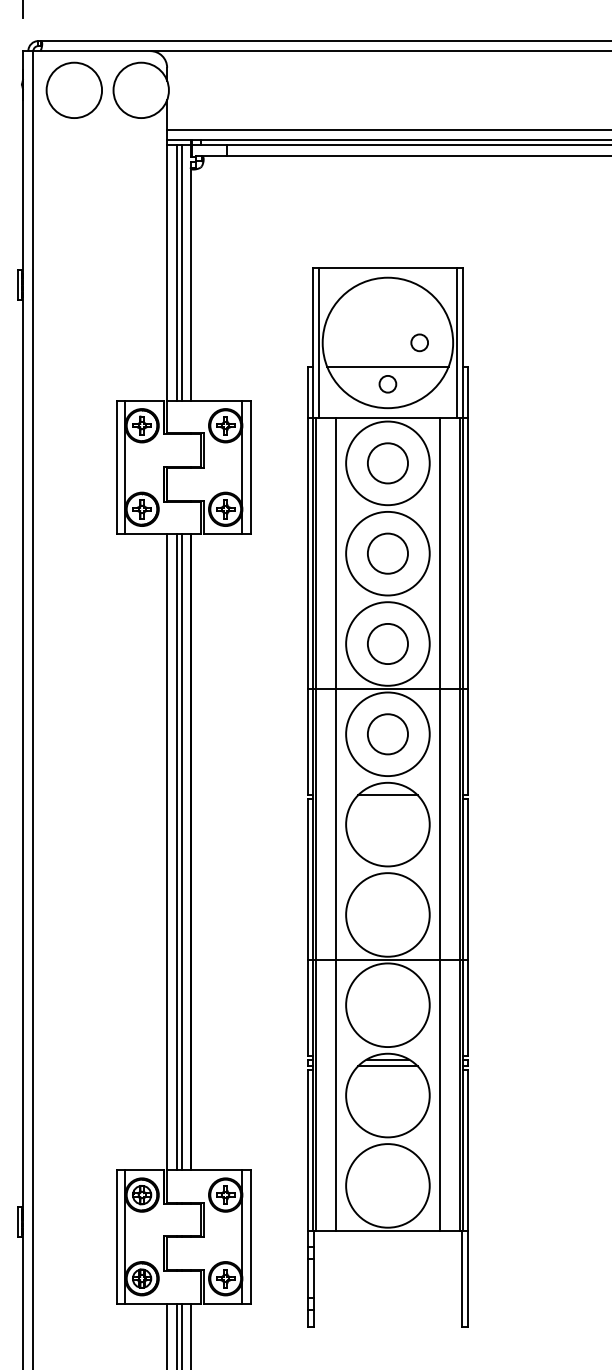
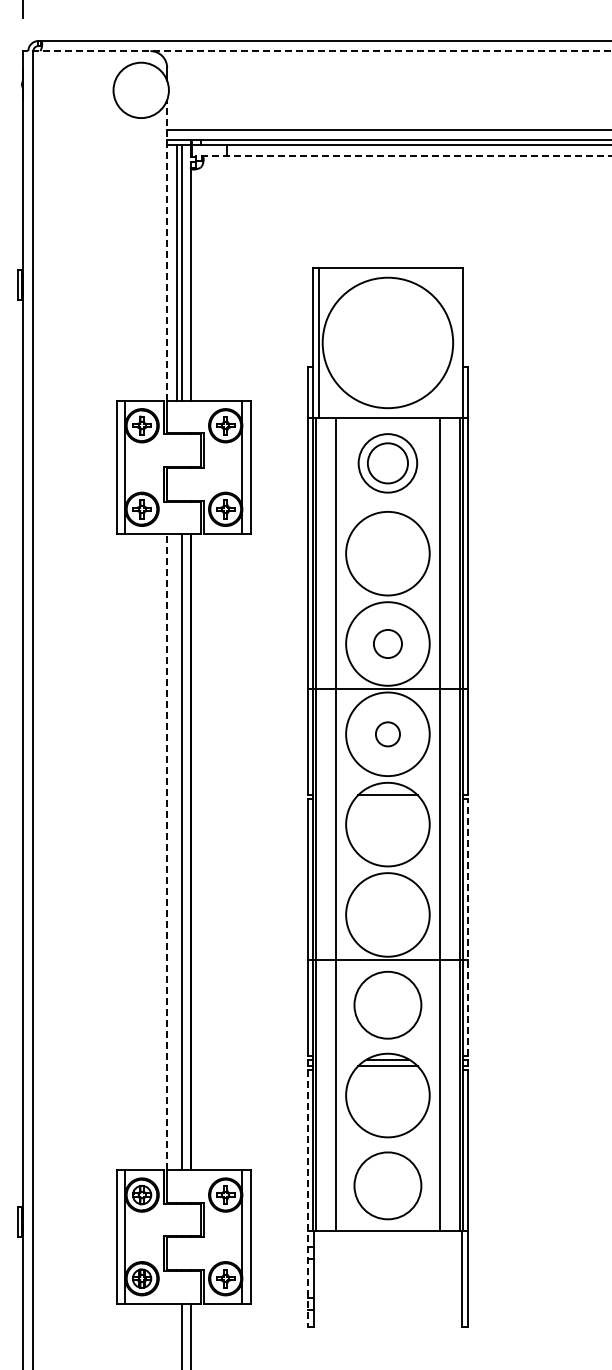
line at (317, 51): solid -> dashed
circle at (73, 89): present -> none
line at (403, 156): solid -> dashed
line at (167, 249): solid -> dashed
circle at (419, 342): present -> none
line at (456, 342): present -> none
line at (387, 367): present -> none
circle at (387, 384): present -> none
circle at (387, 463) diameter: 84 px -> 59 px
circle at (387, 553): present -> none
circle at (387, 643) size: 42x42 px -> 30x30 px
circle at (387, 734) size: 42x43 px -> 26x27 px
line at (167, 852): solid -> dashed
line at (177, 852): present -> none
line at (468, 927): solid -> dashed
circle at (387, 1005) diameter: 84 px -> 67 px
circle at (387, 1185) diameter: 84 px -> 67 px
line at (307, 1198): solid -> dashed
line at (167, 1334): present -> none
line at (177, 1334): present -> none
